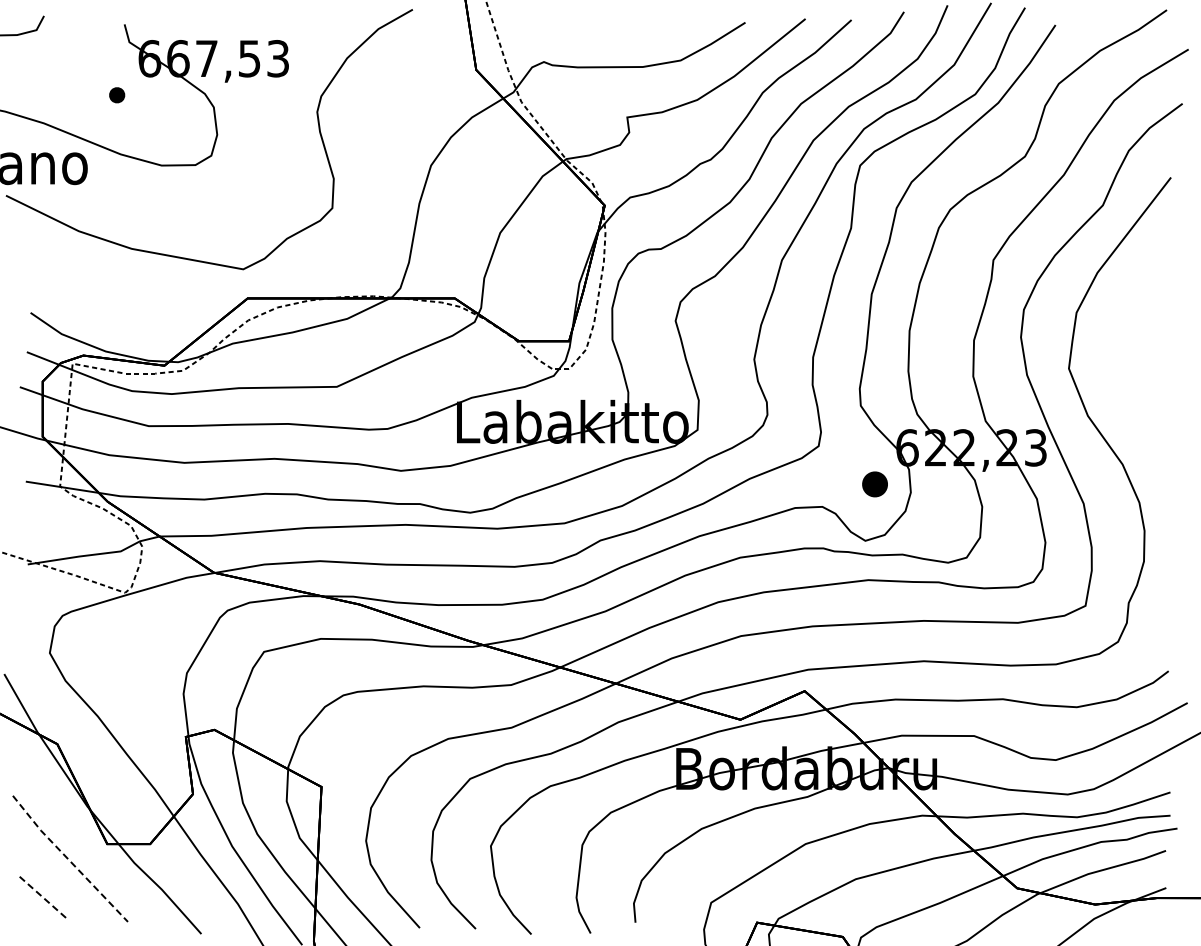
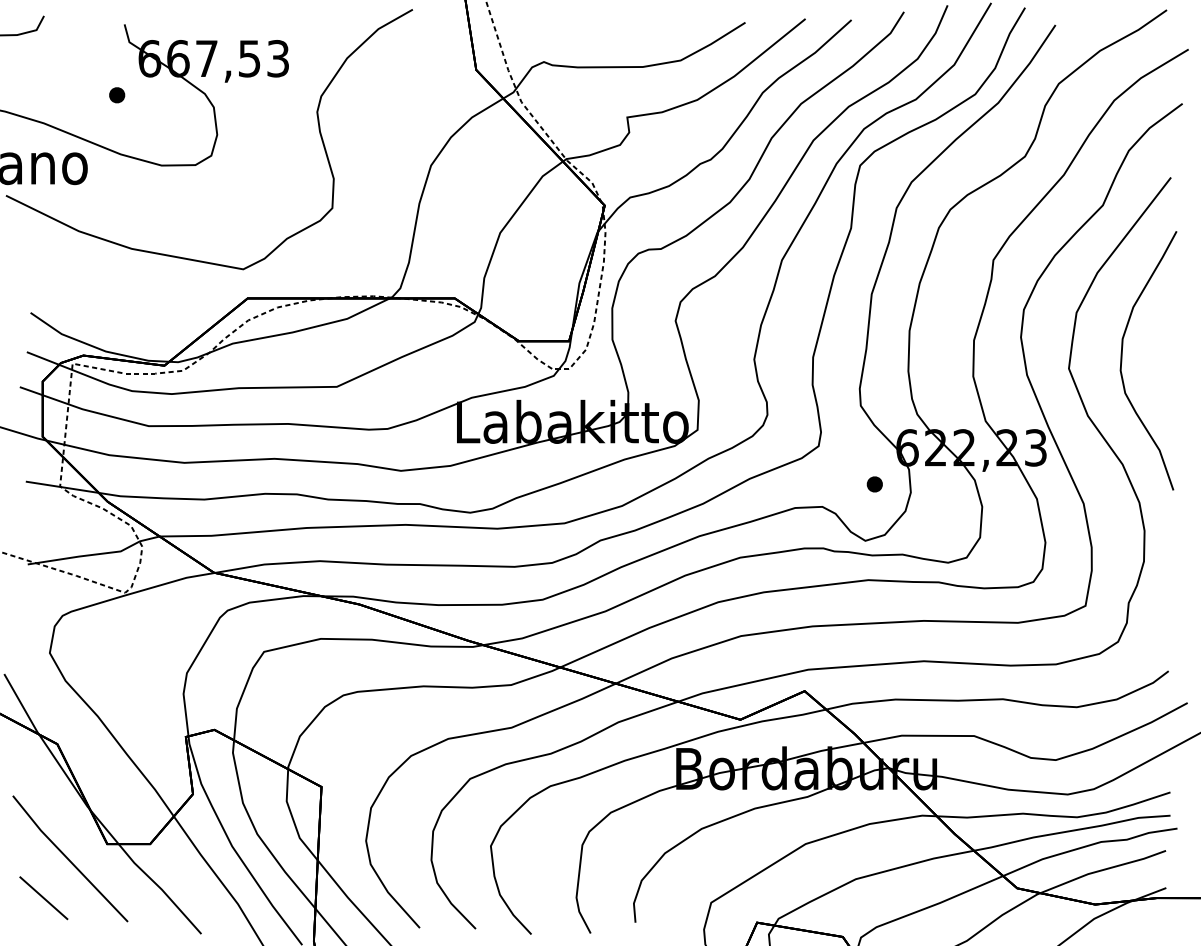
curve at (1122, 360): none -> present
part at (874, 484) size: 26x27 px -> 17x17 px
line at (69, 860): dashed -> solid
line at (44, 898): dashed -> solid
